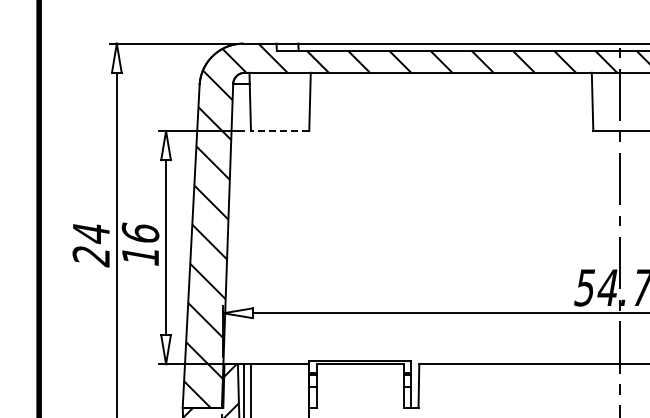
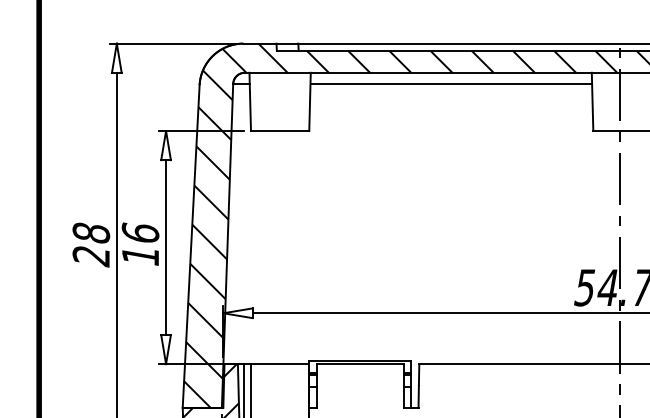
line at (451, 84): none -> present
line at (279, 131): dashed -> solid
text at (91, 233): 24 -> 28
